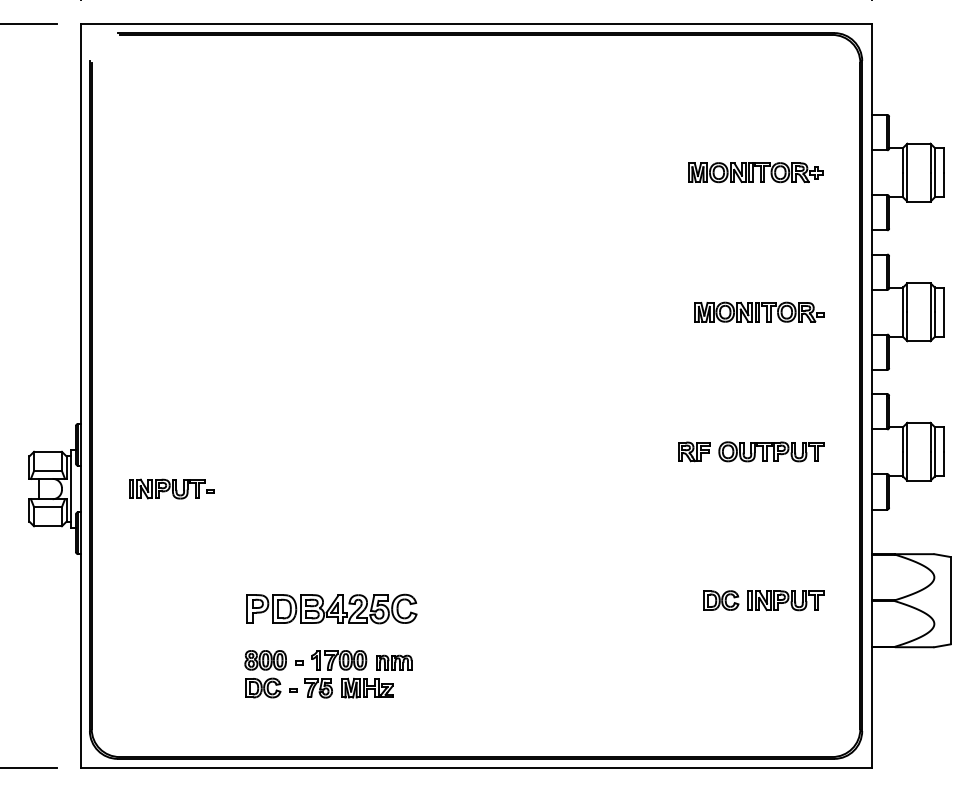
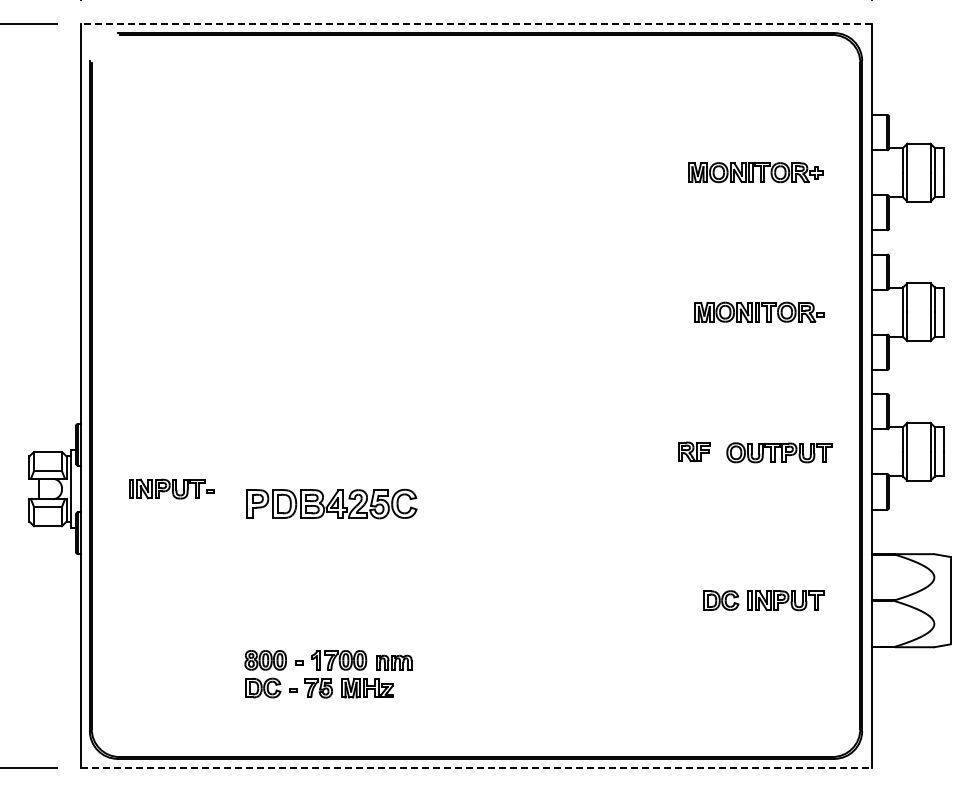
line at (475, 23): solid -> dashed
part at (771, 451) position: (771, 451) -> (779, 452)
part at (331, 608) position: (331, 608) -> (331, 503)
line at (476, 768): solid -> dashed
